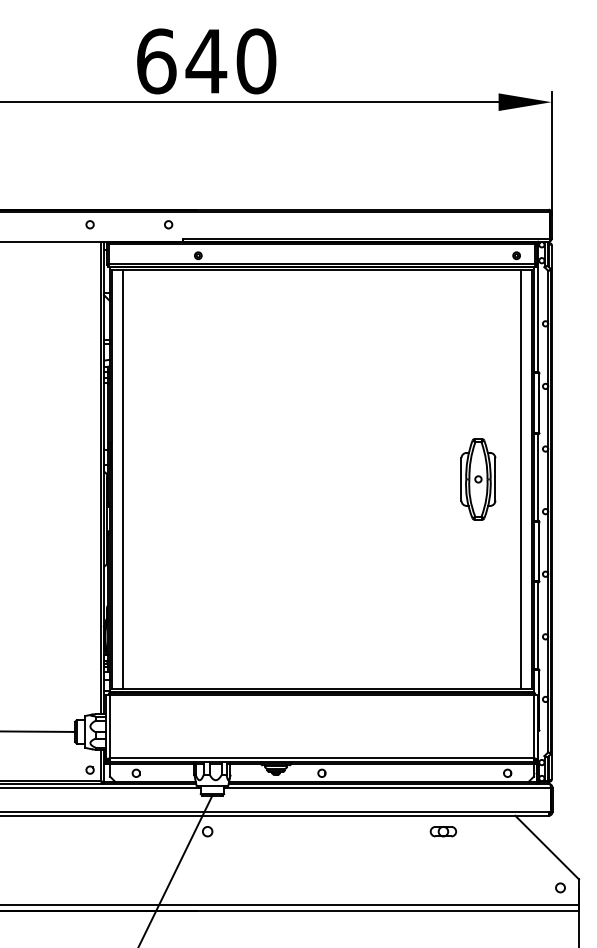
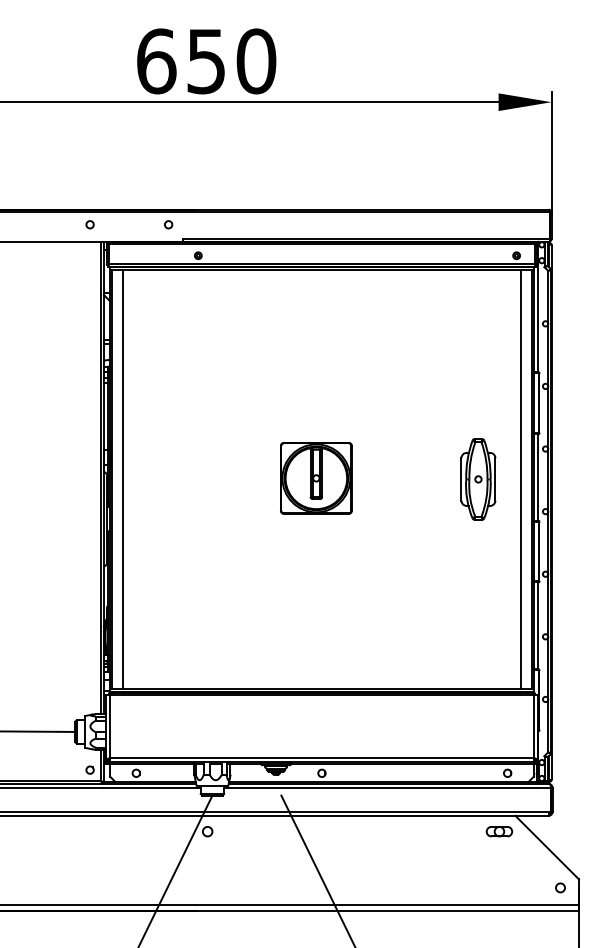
text at (206, 61): 640 -> 650
part at (316, 478): none -> present
part at (443, 831) position: (443, 831) -> (499, 831)
line at (317, 869): none -> present
